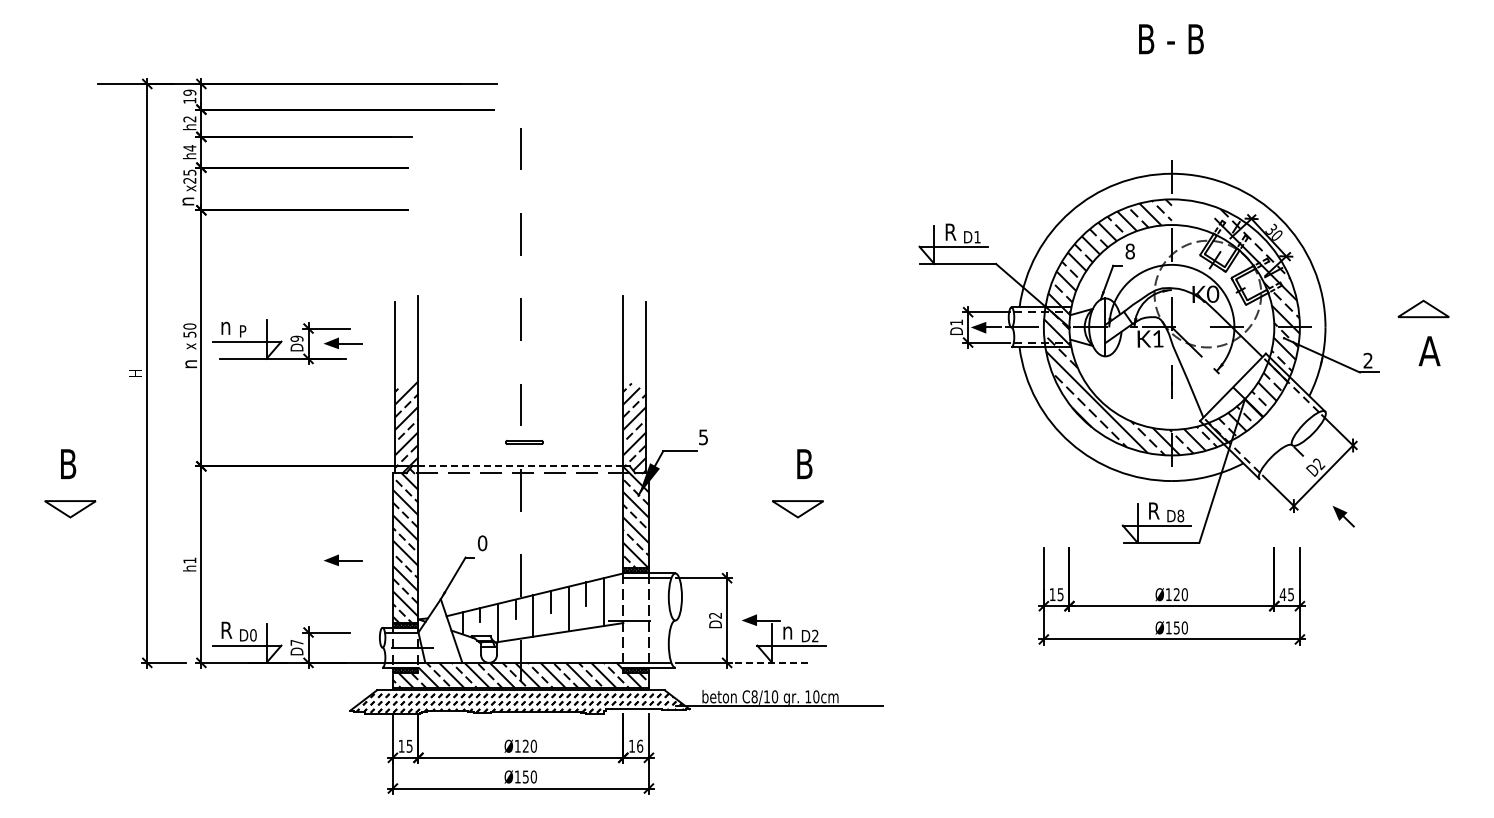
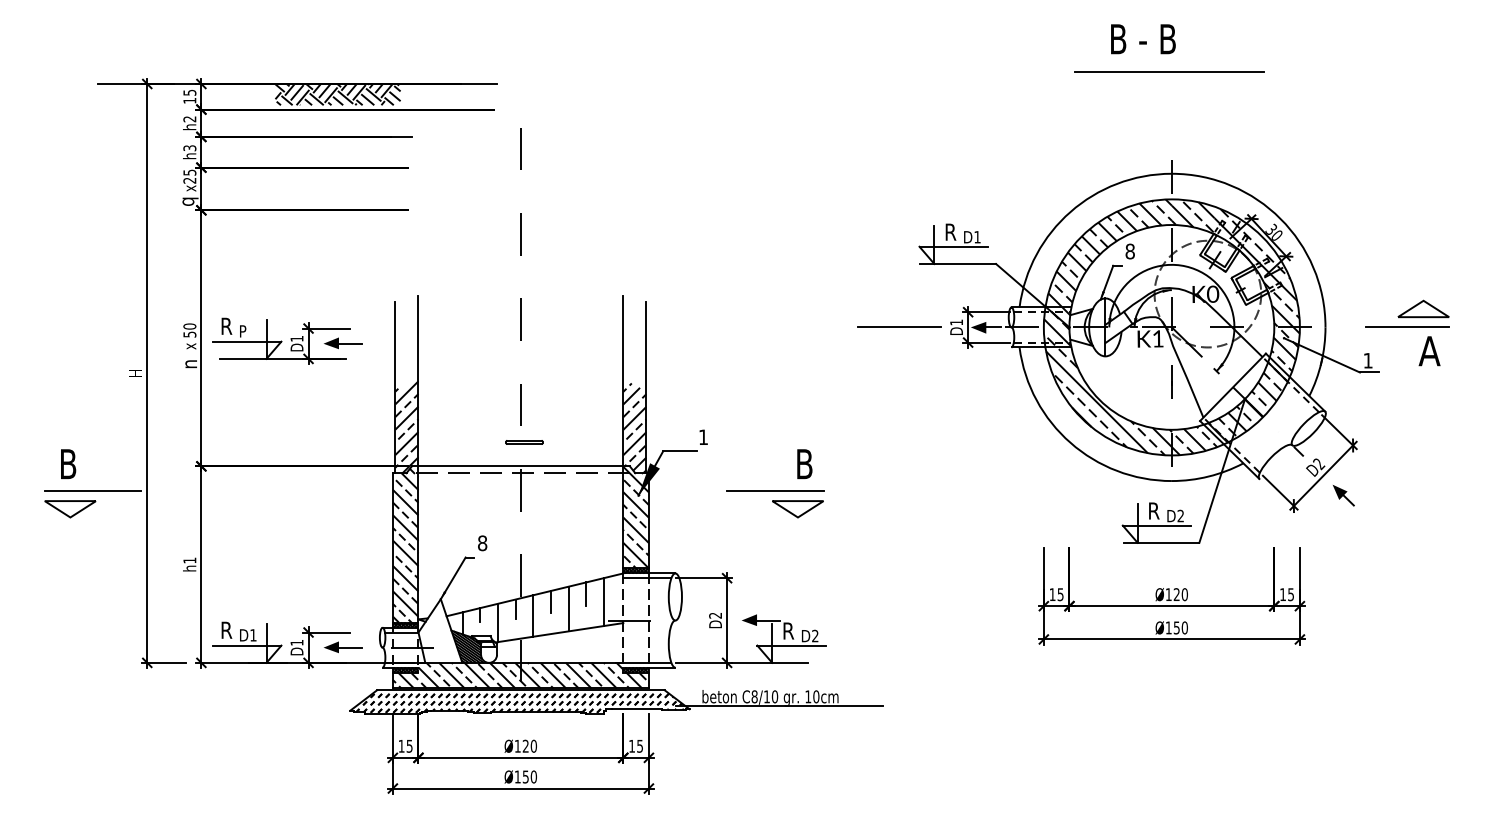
text at (1171, 39) position: (1171, 39) -> (1143, 39)
line at (1168, 71): none -> present
text at (189, 92): 19 -> 15
hatch at (337, 94): none -> present
text at (189, 148): h4 -> h3
text at (190, 201): n -> q
hatch at (1192, 217): none -> present
text at (226, 325): n -> R
line at (1407, 326): none -> present
line at (899, 327): none -> present
text at (296, 338): D9 -> D1
text at (1367, 360): 2 -> 1
text at (703, 437): 5 -> 1
line at (520, 466): dashed -> solid
line at (92, 490): none -> present
line at (775, 490): none -> present
text at (1180, 515): D8 -> D2
part at (1343, 516) position: (1343, 516) -> (1343, 495)
text at (482, 542): 0 -> 8
part at (343, 559) position: (343, 559) -> (343, 646)
text at (1282, 594): 45 -> 15
text at (788, 630): n -> R
text at (253, 635): D0 -> D1
text at (296, 642): D7 -> D1
hatch at (469, 646): none -> present
line at (770, 662): dashed -> solid
text at (640, 745): 16 -> 15
